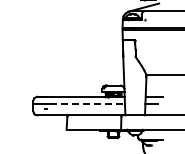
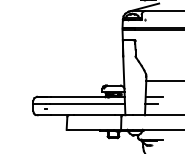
line at (163, 75) position: (163, 75) -> (163, 81)
line at (88, 104): dashed -> solid
